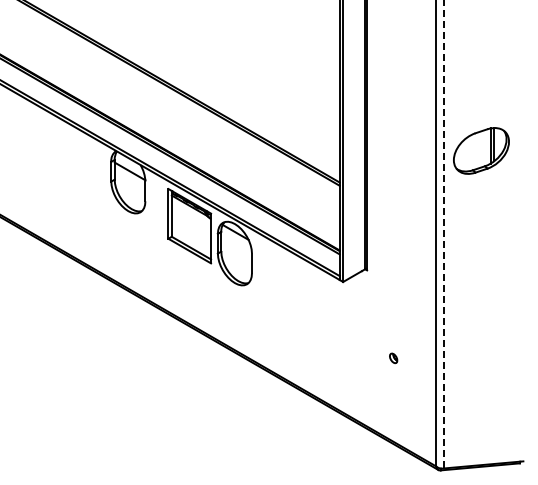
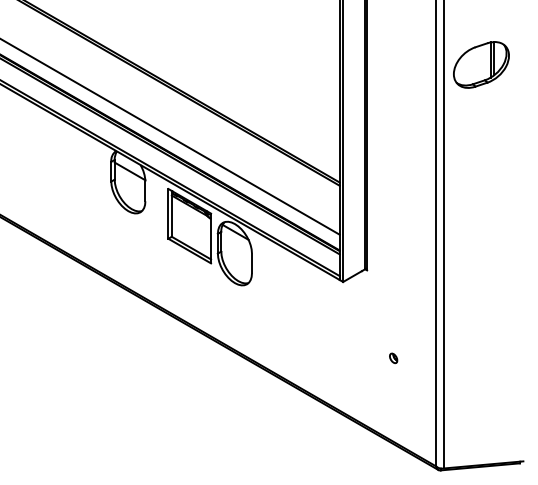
line at (170, 137): none -> present
part at (481, 150) position: (481, 150) -> (481, 64)
line at (444, 234): dashed -> solid
